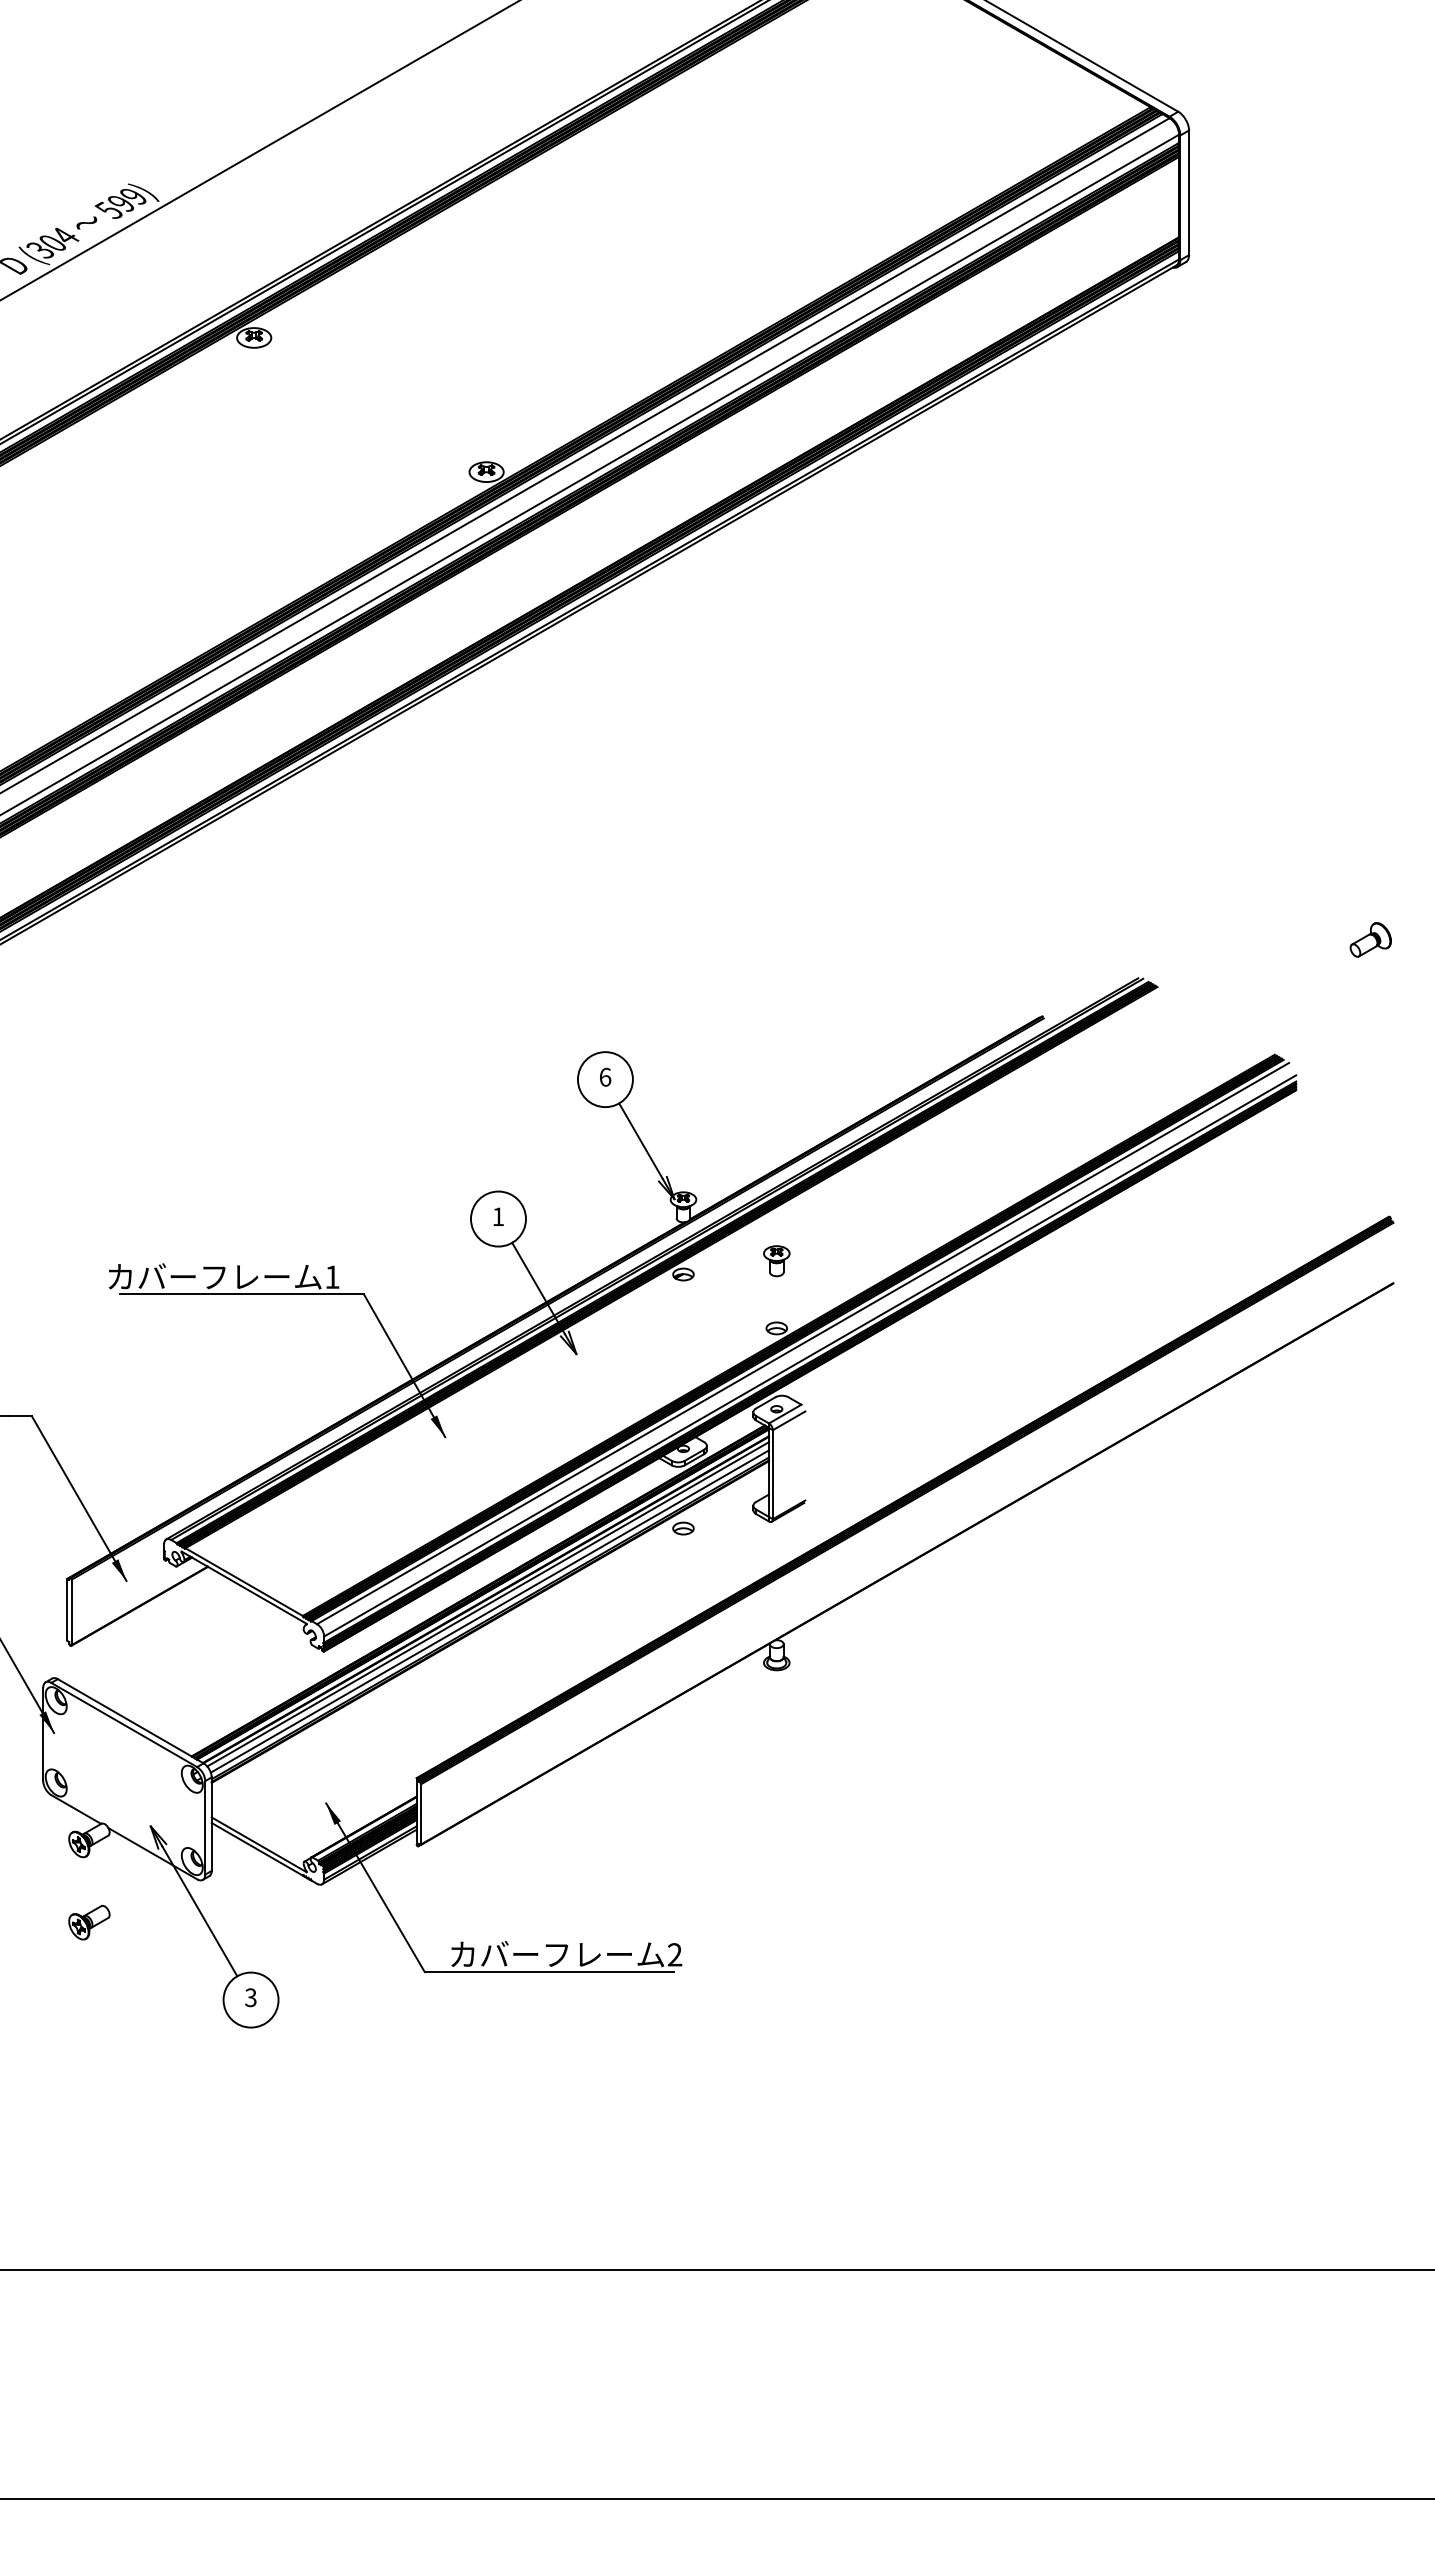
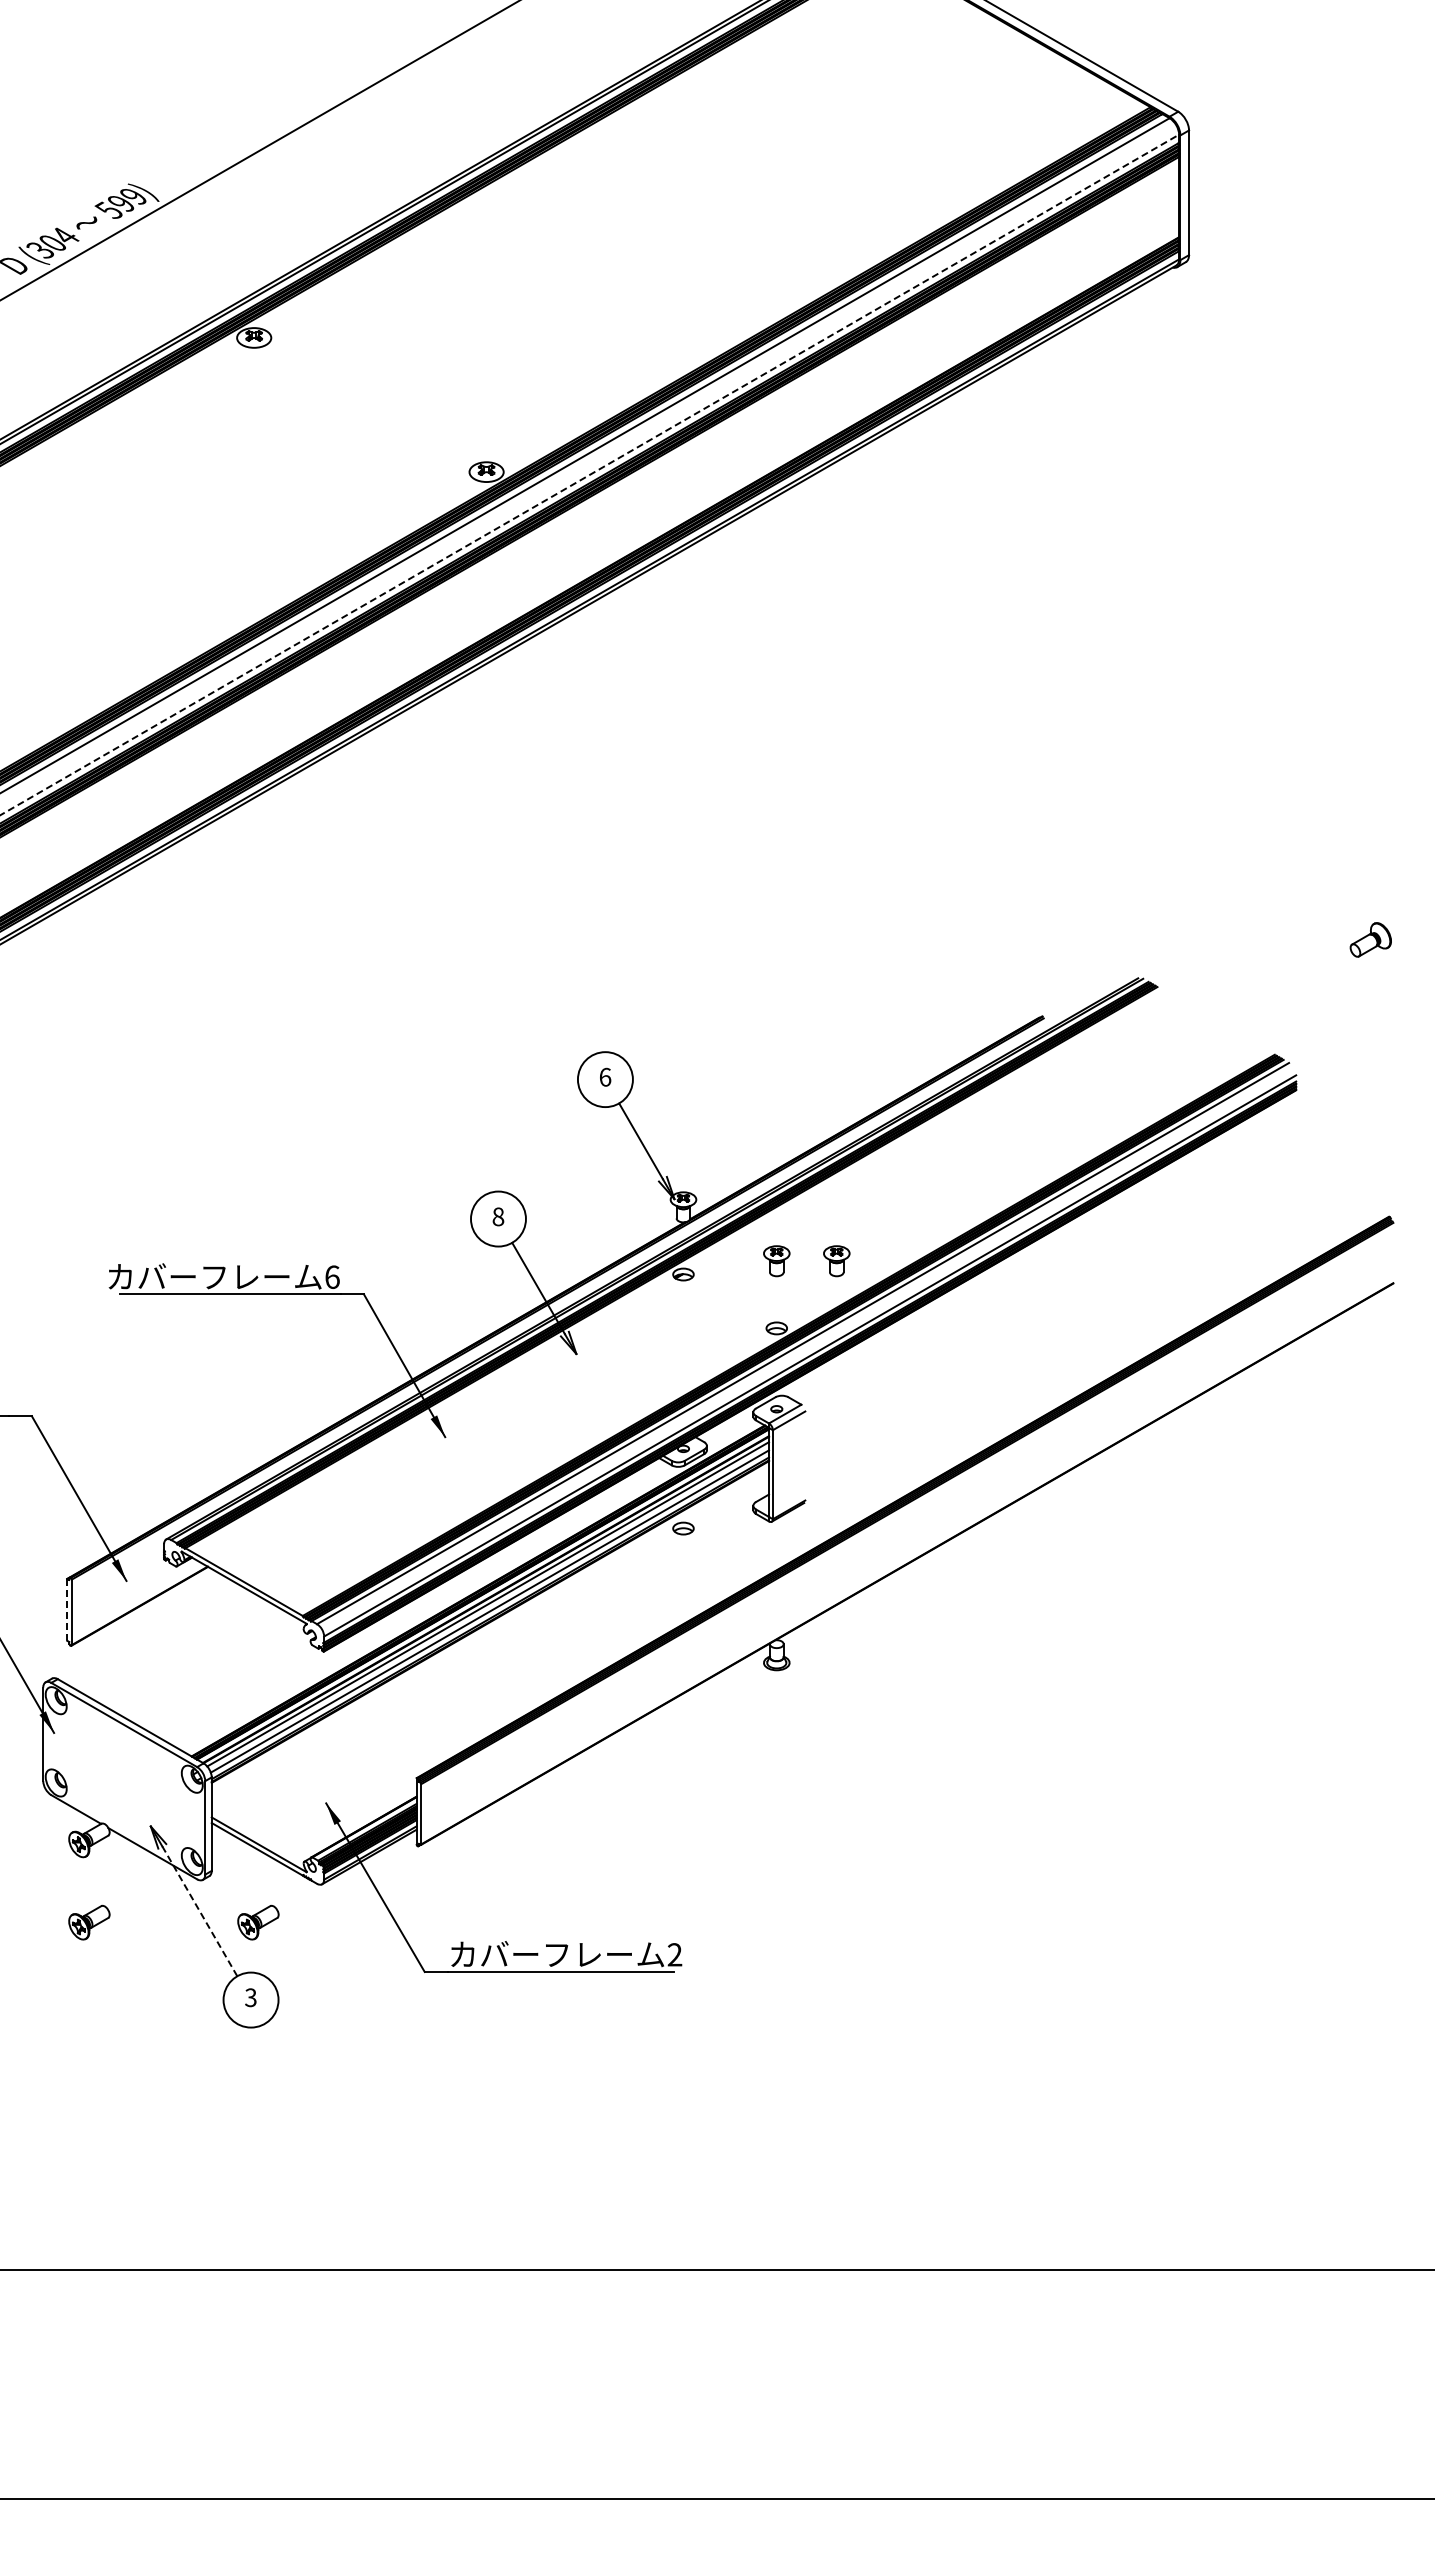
line at (589, 474): solid -> dashed
text at (498, 1216): 1 -> 8
part at (836, 1261): none -> present
text at (332, 1277): 1 -> 6
line at (66, 1610): solid -> dashed
line at (200, 1911): solid -> dashed
part at (258, 1922): none -> present
